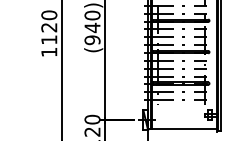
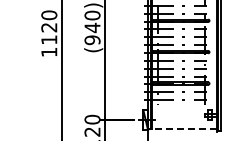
line at (181, 129): solid -> dashed
